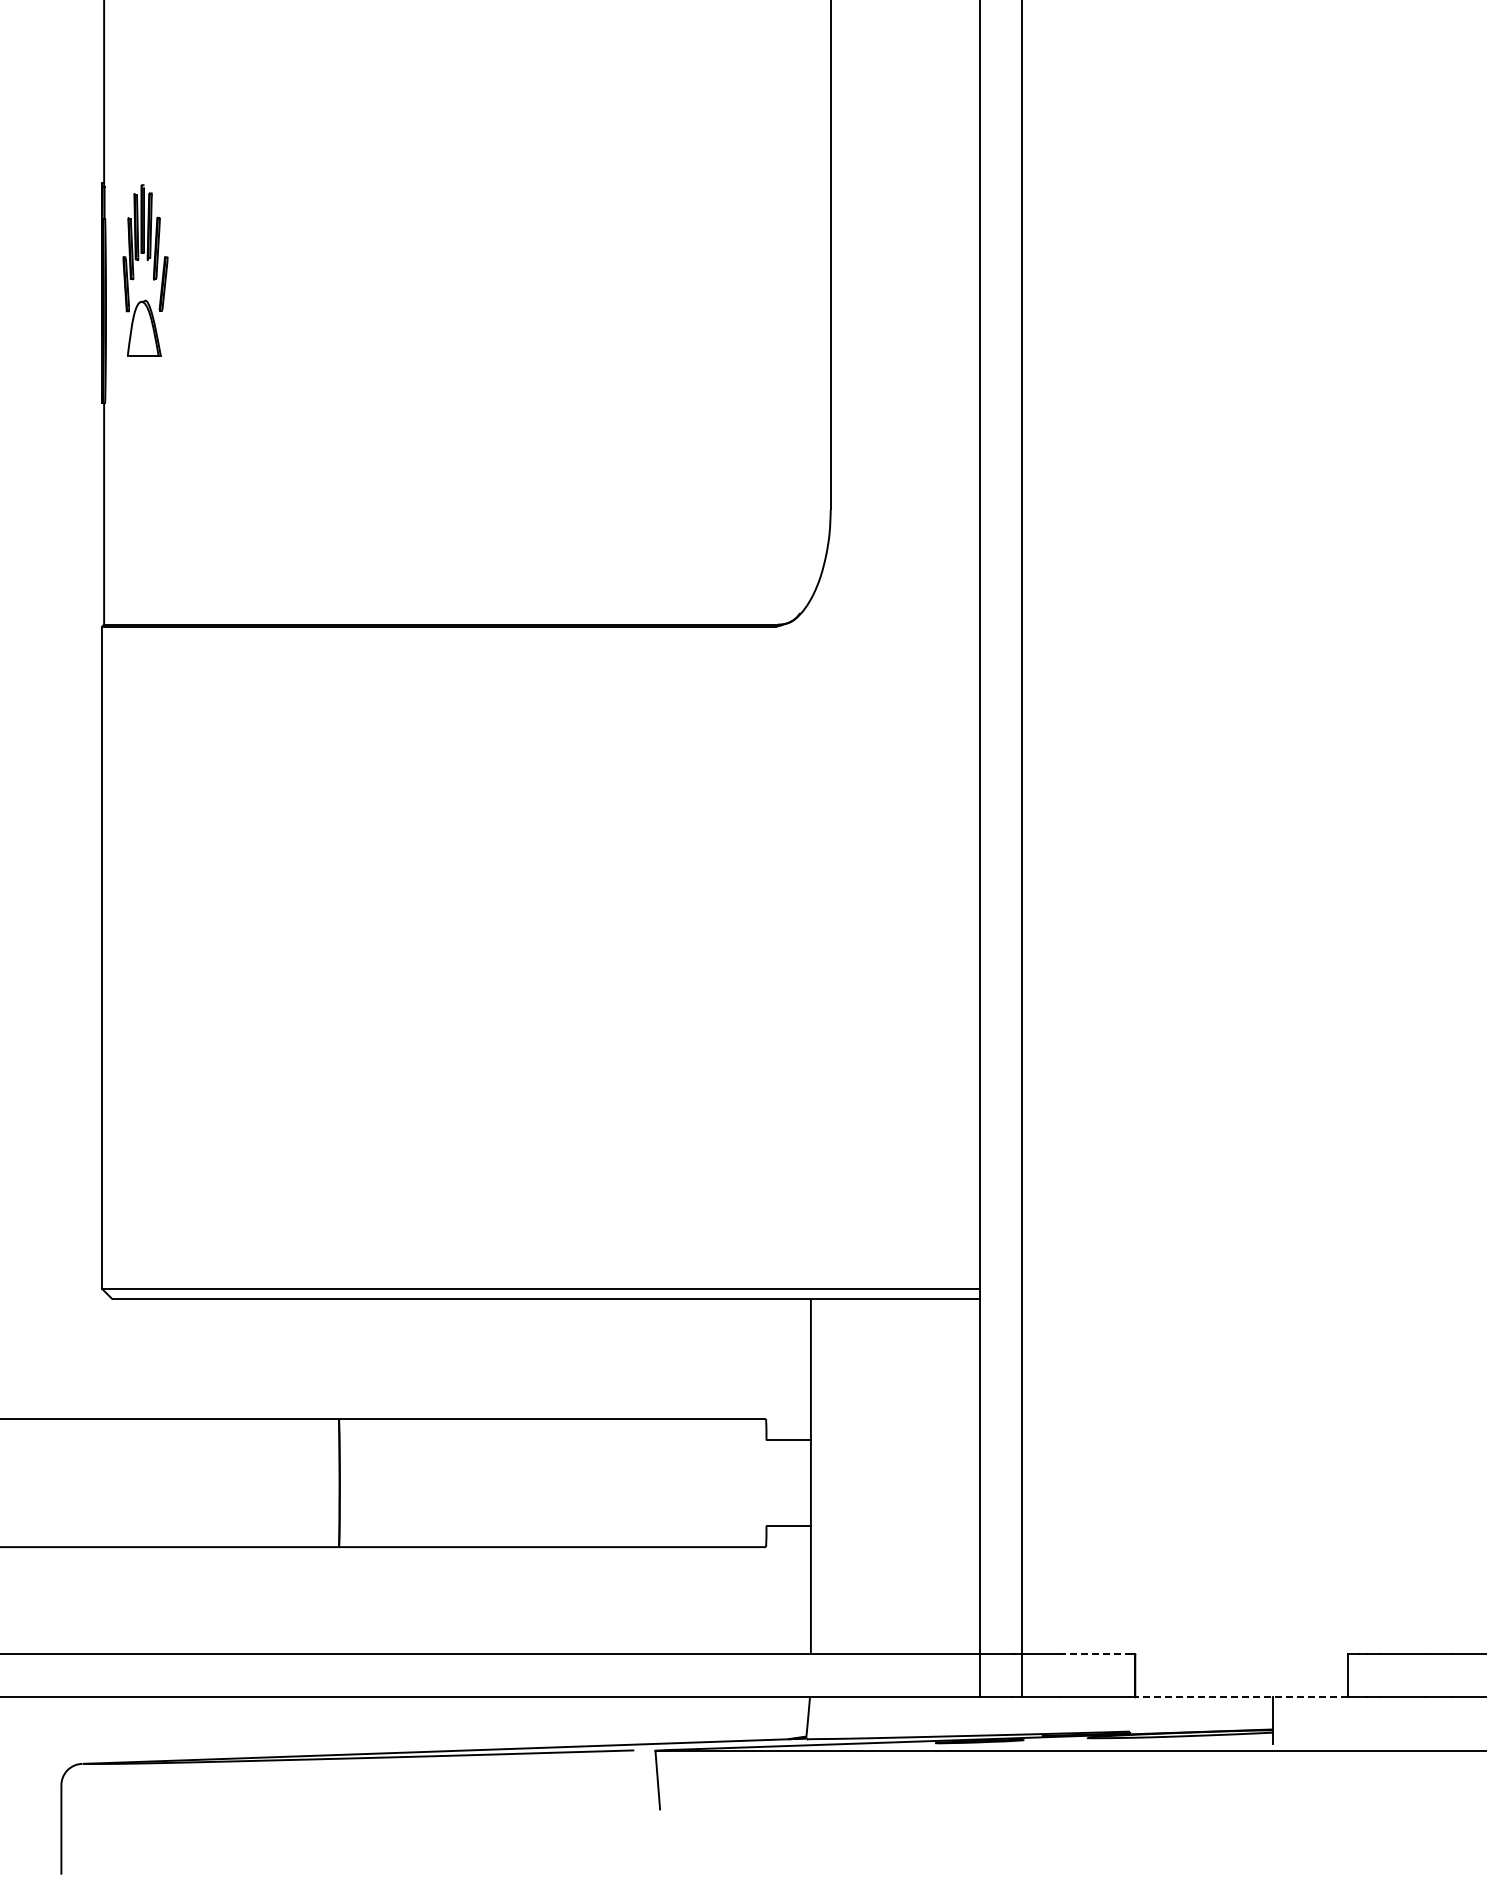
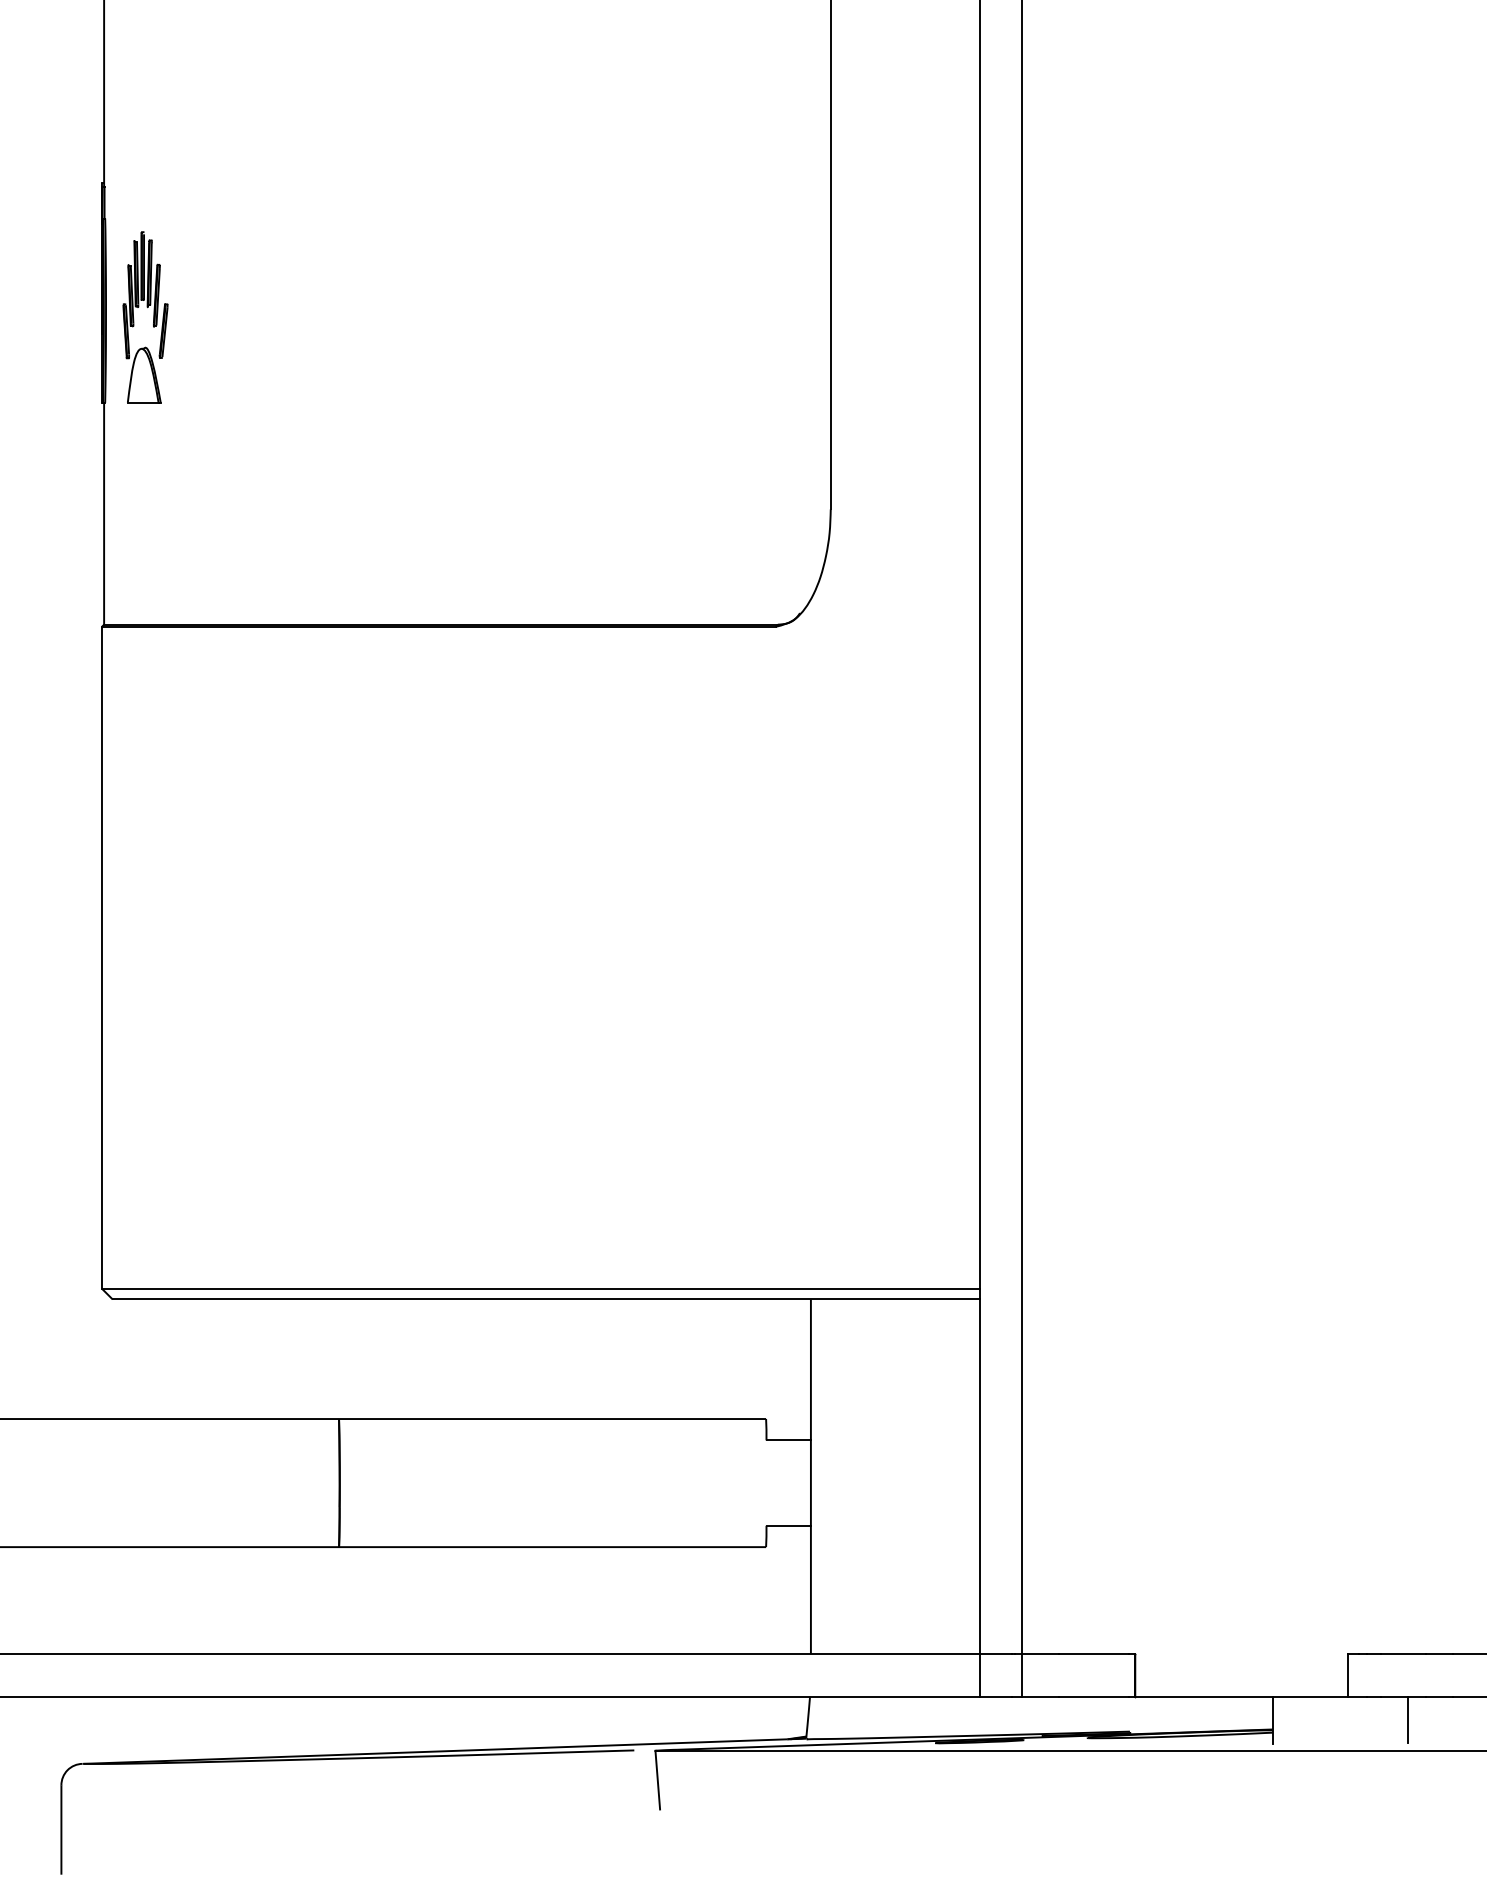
part at (153, 270) position: (153, 270) -> (153, 317)
line at (1094, 1653): dashed -> solid
line at (1241, 1696): dashed -> solid
line at (1407, 1719): none -> present
